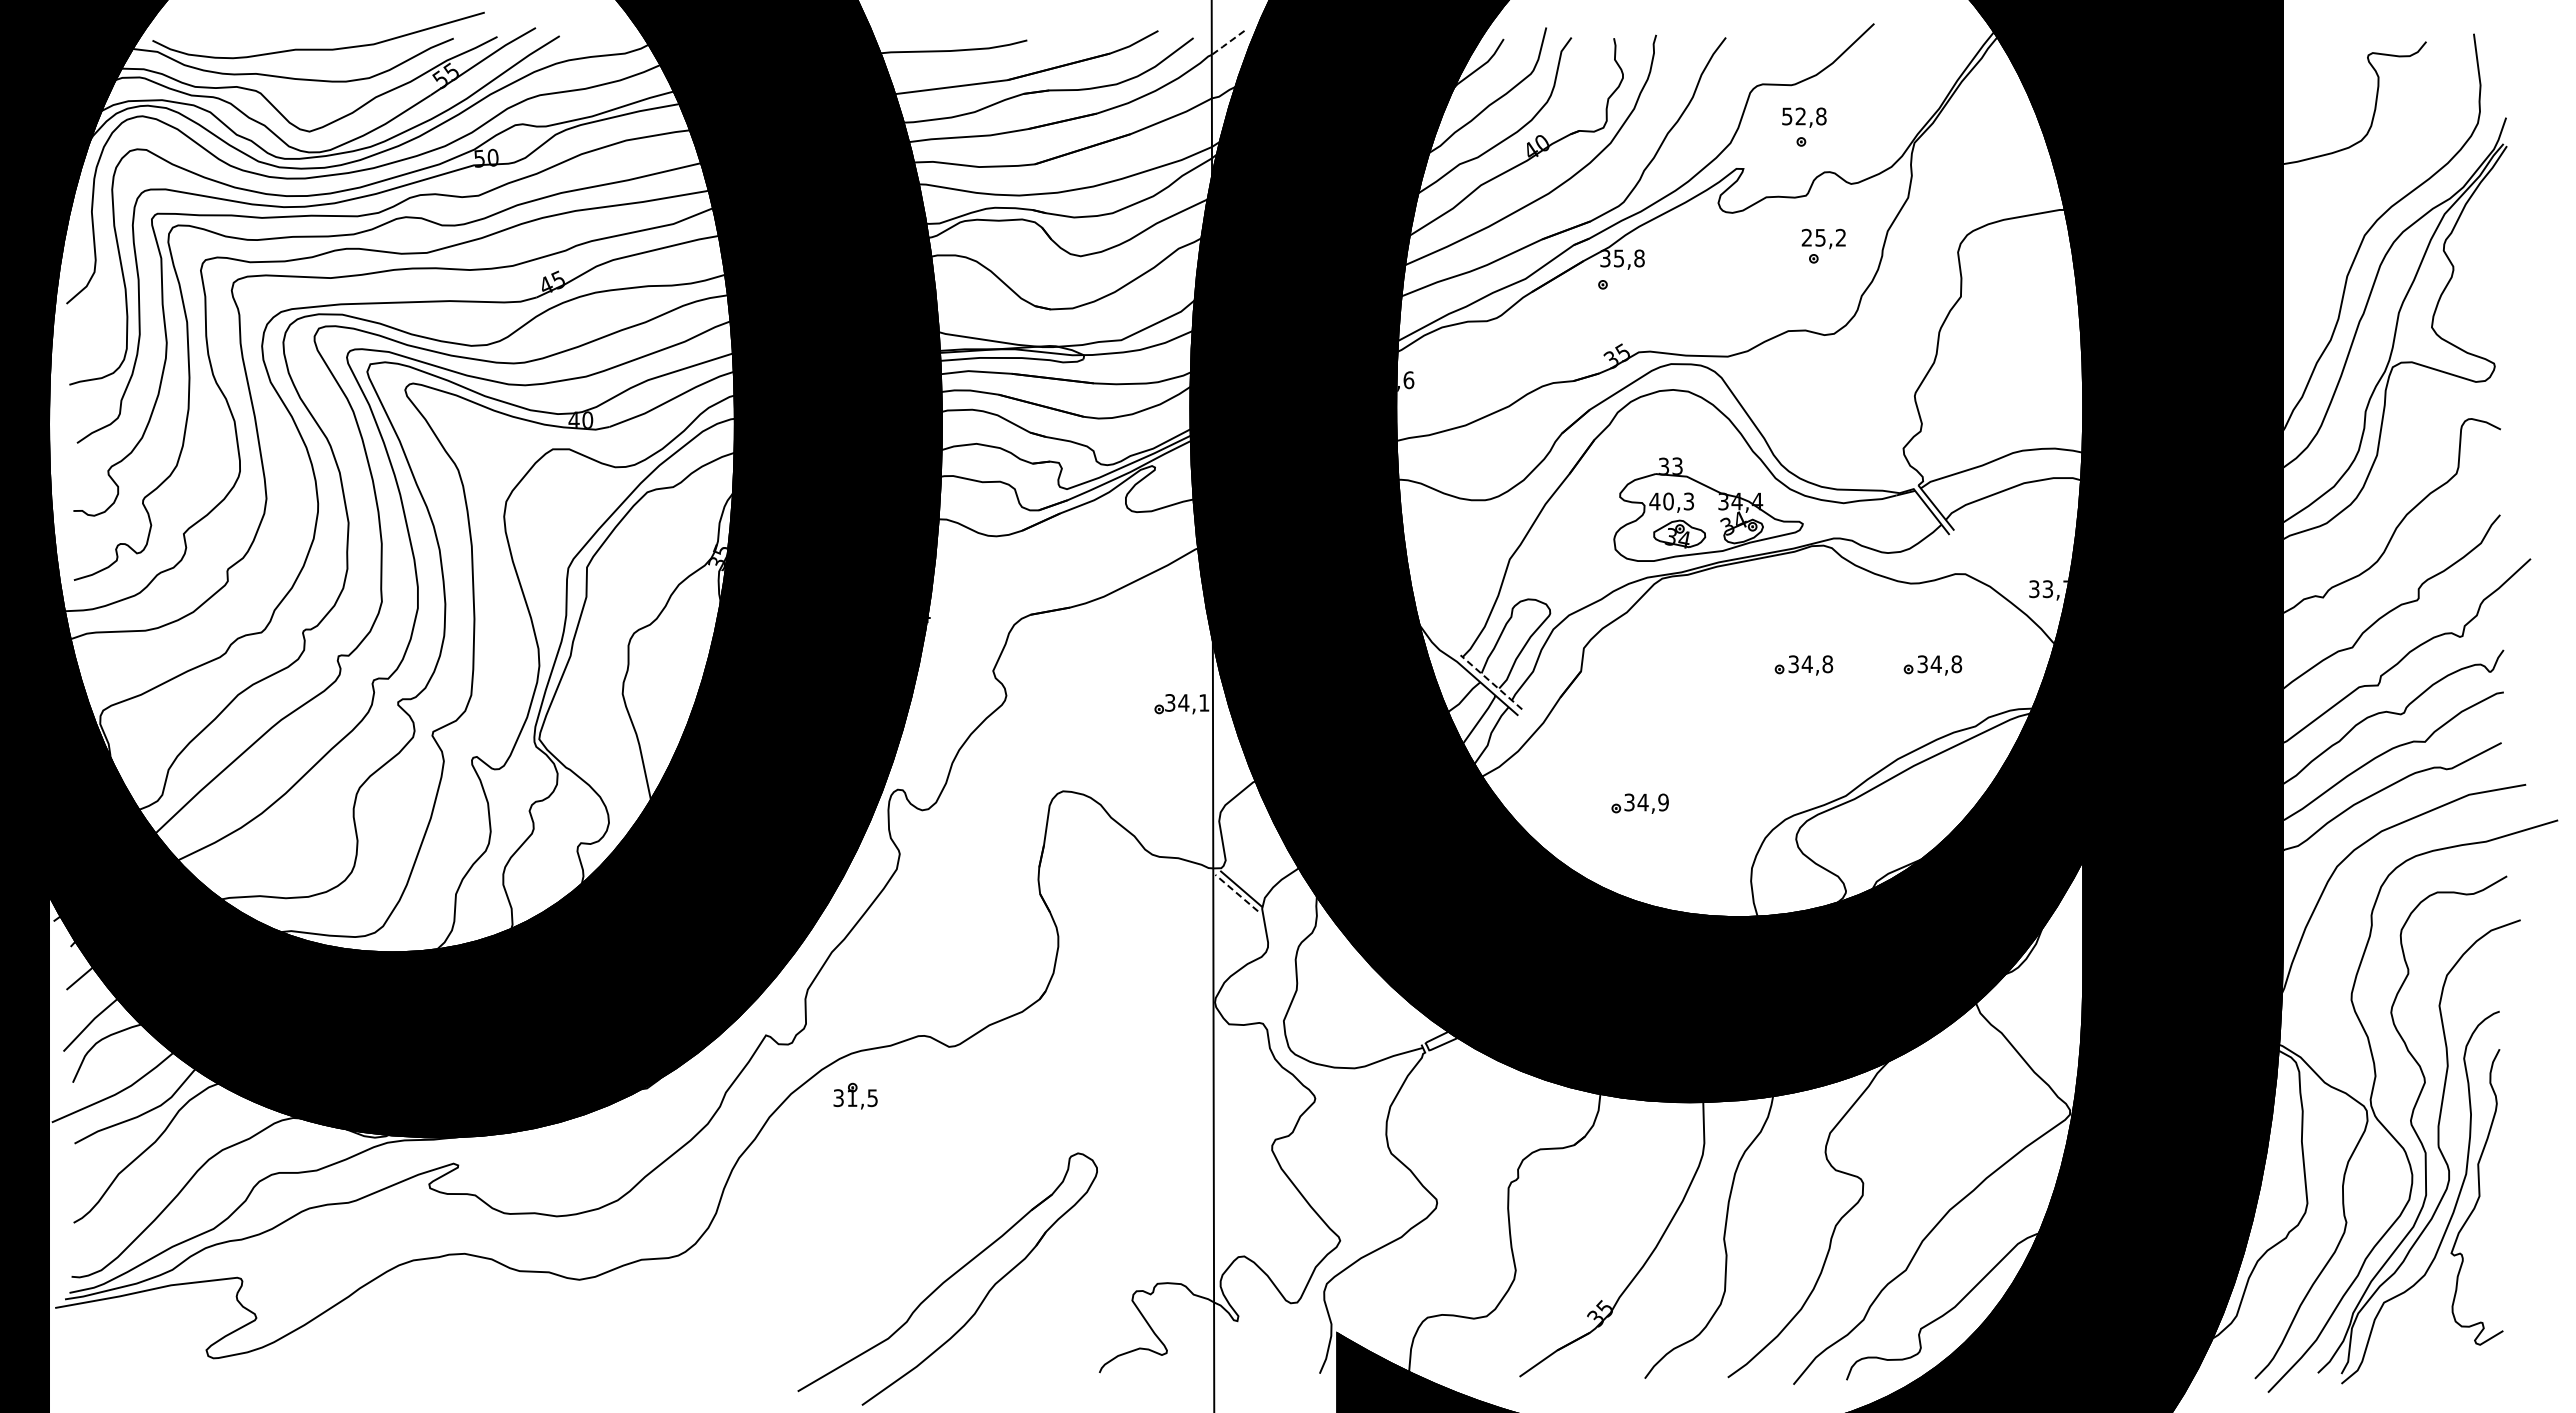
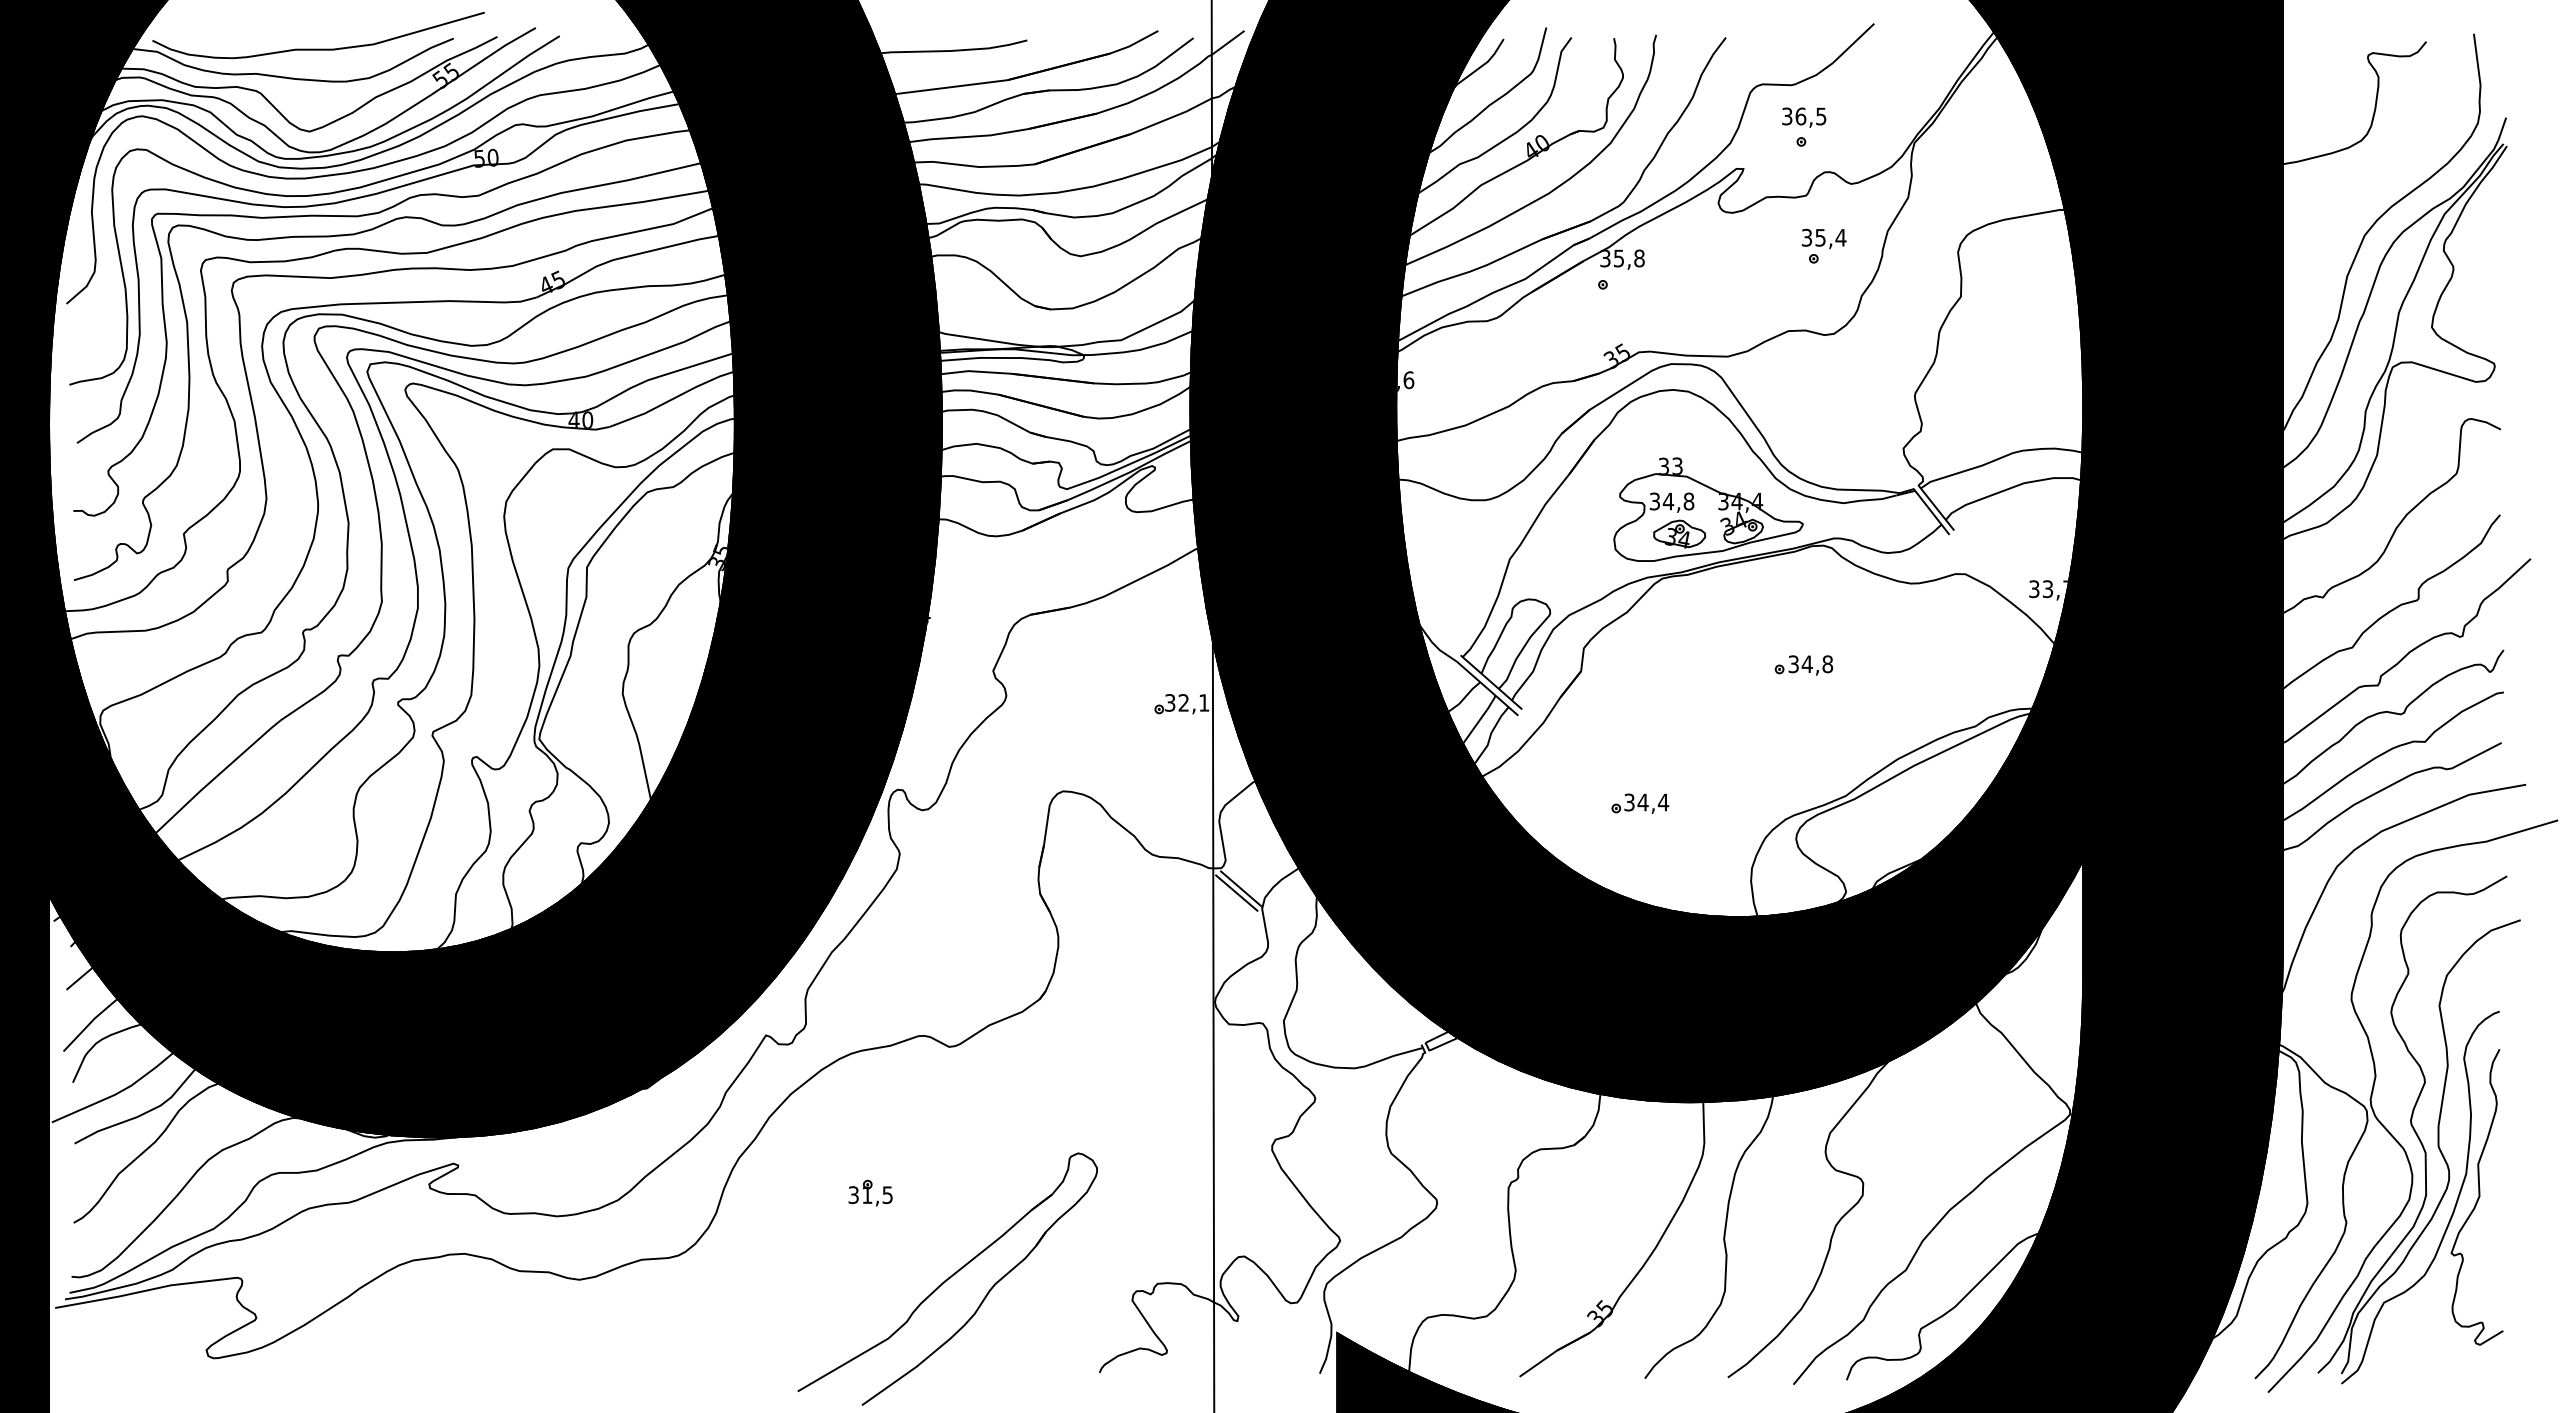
line at (1227, 43): dashed -> solid
text at (1804, 116): 52,8 -> 36,5
text at (1824, 237): 25,2 -> 35,4
text at (1671, 501): 40,3 -> 34,8
part at (1932, 665): present -> none
line at (1491, 682): dashed -> solid
text at (1183, 702): 34,1 -> 32,1
text at (1663, 802): 34,9 -> 34,4
line at (1236, 892): dashed -> solid
part at (855, 1095) position: (855, 1095) -> (870, 1192)
